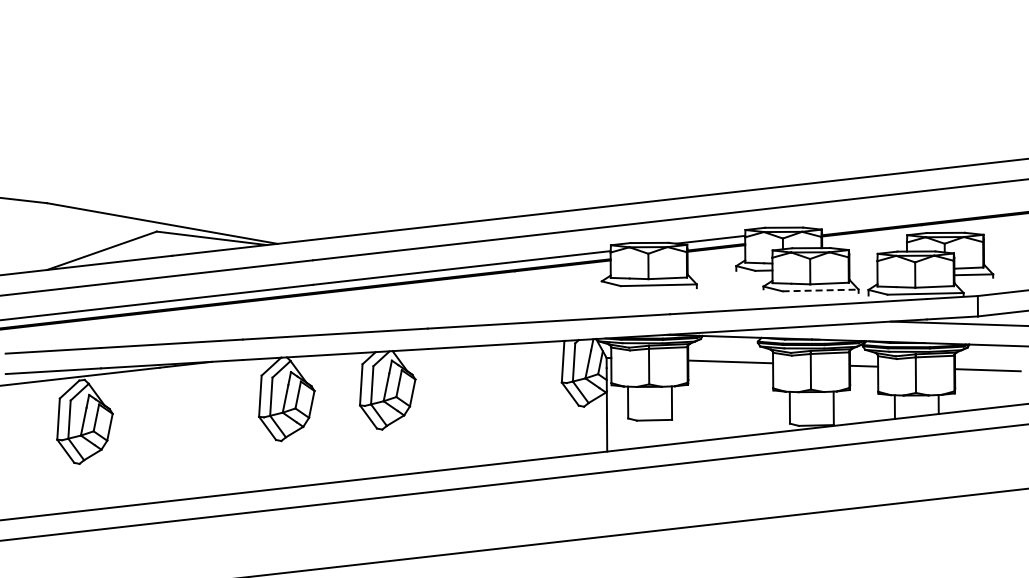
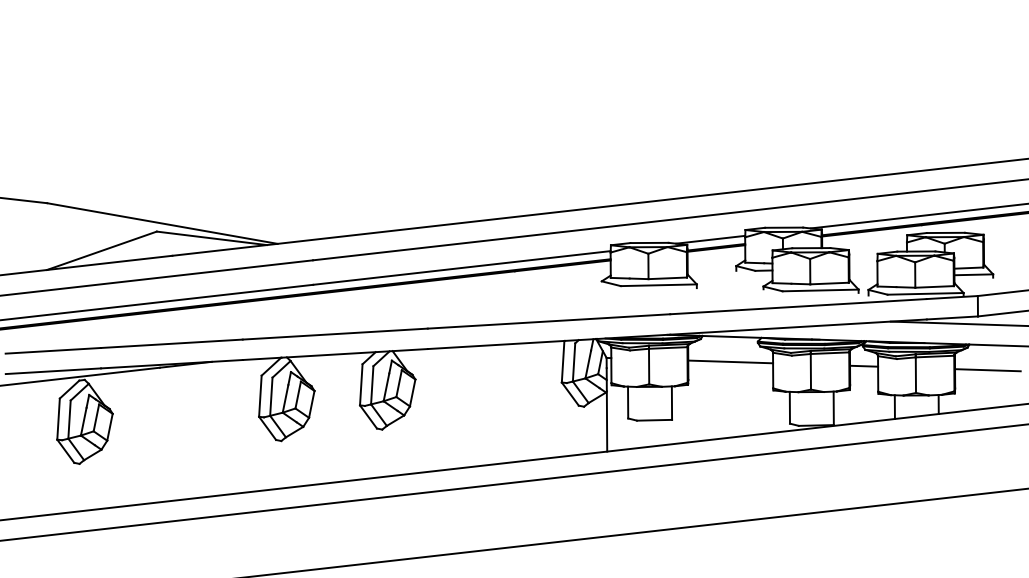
line at (917, 216): none -> present
line at (821, 290): dashed -> solid
